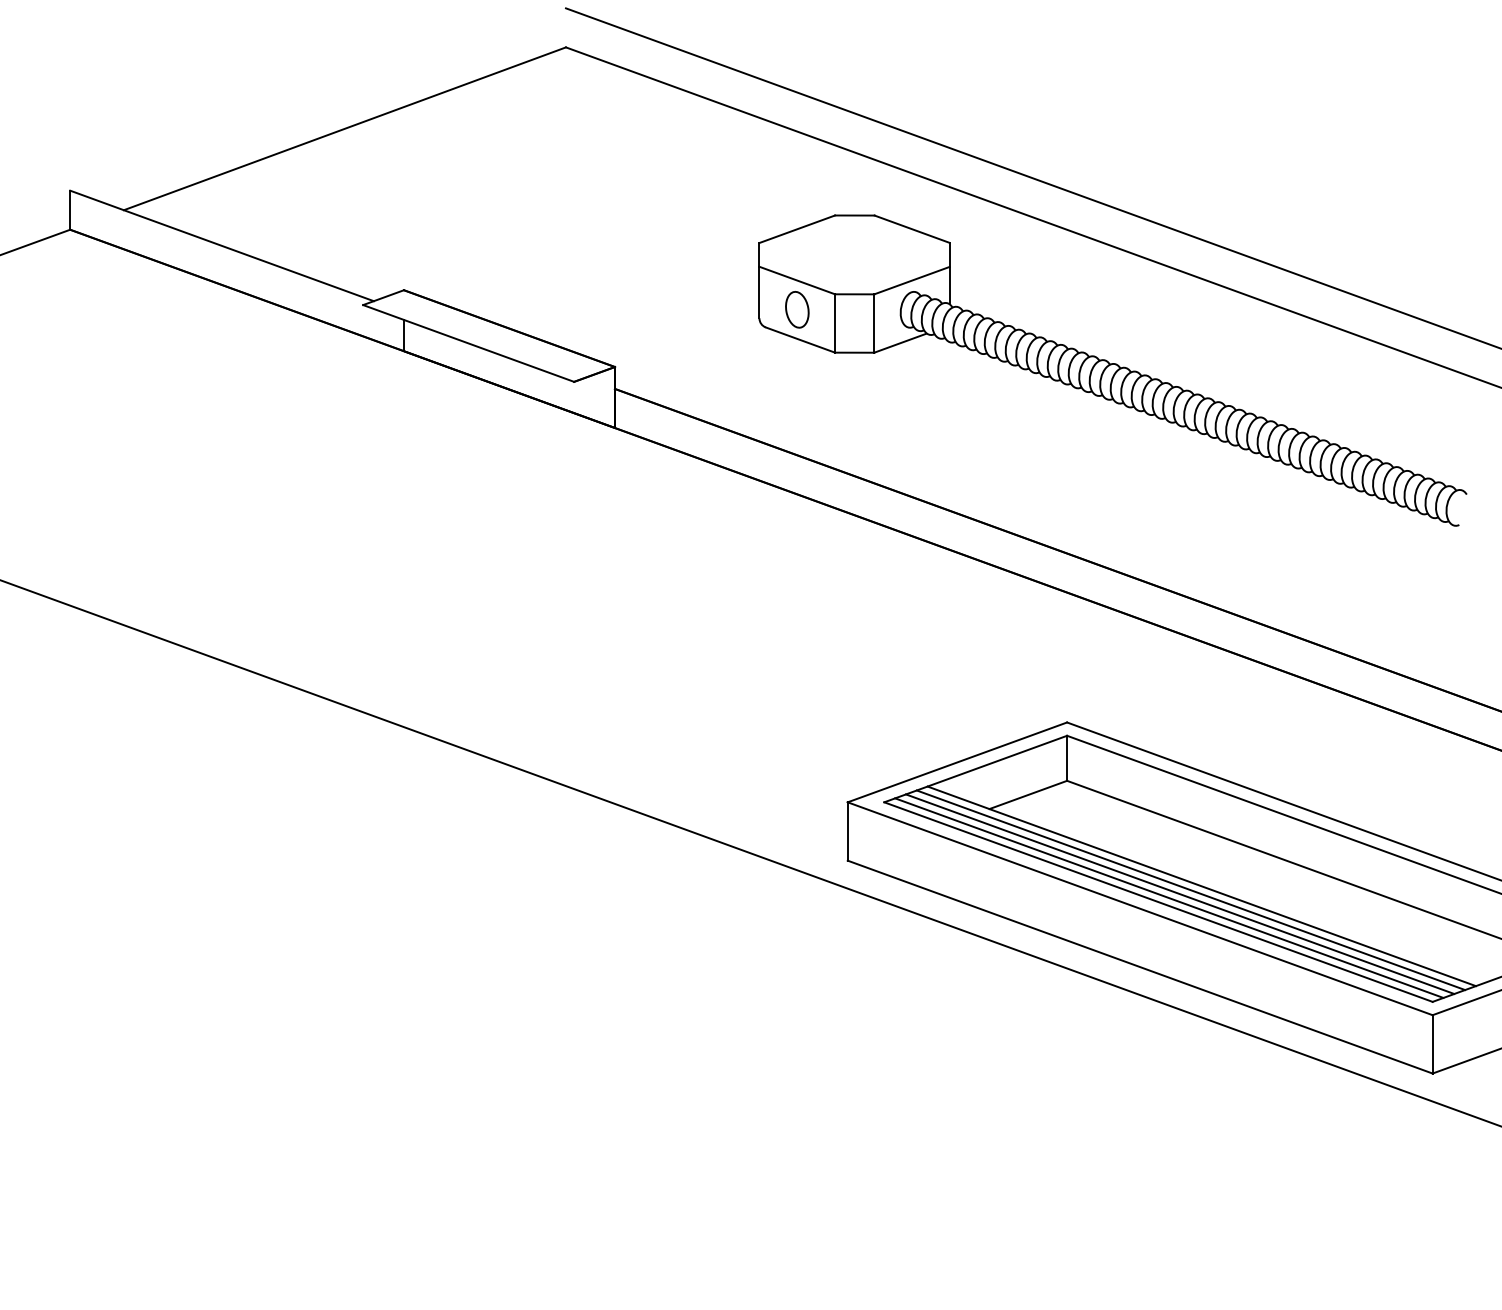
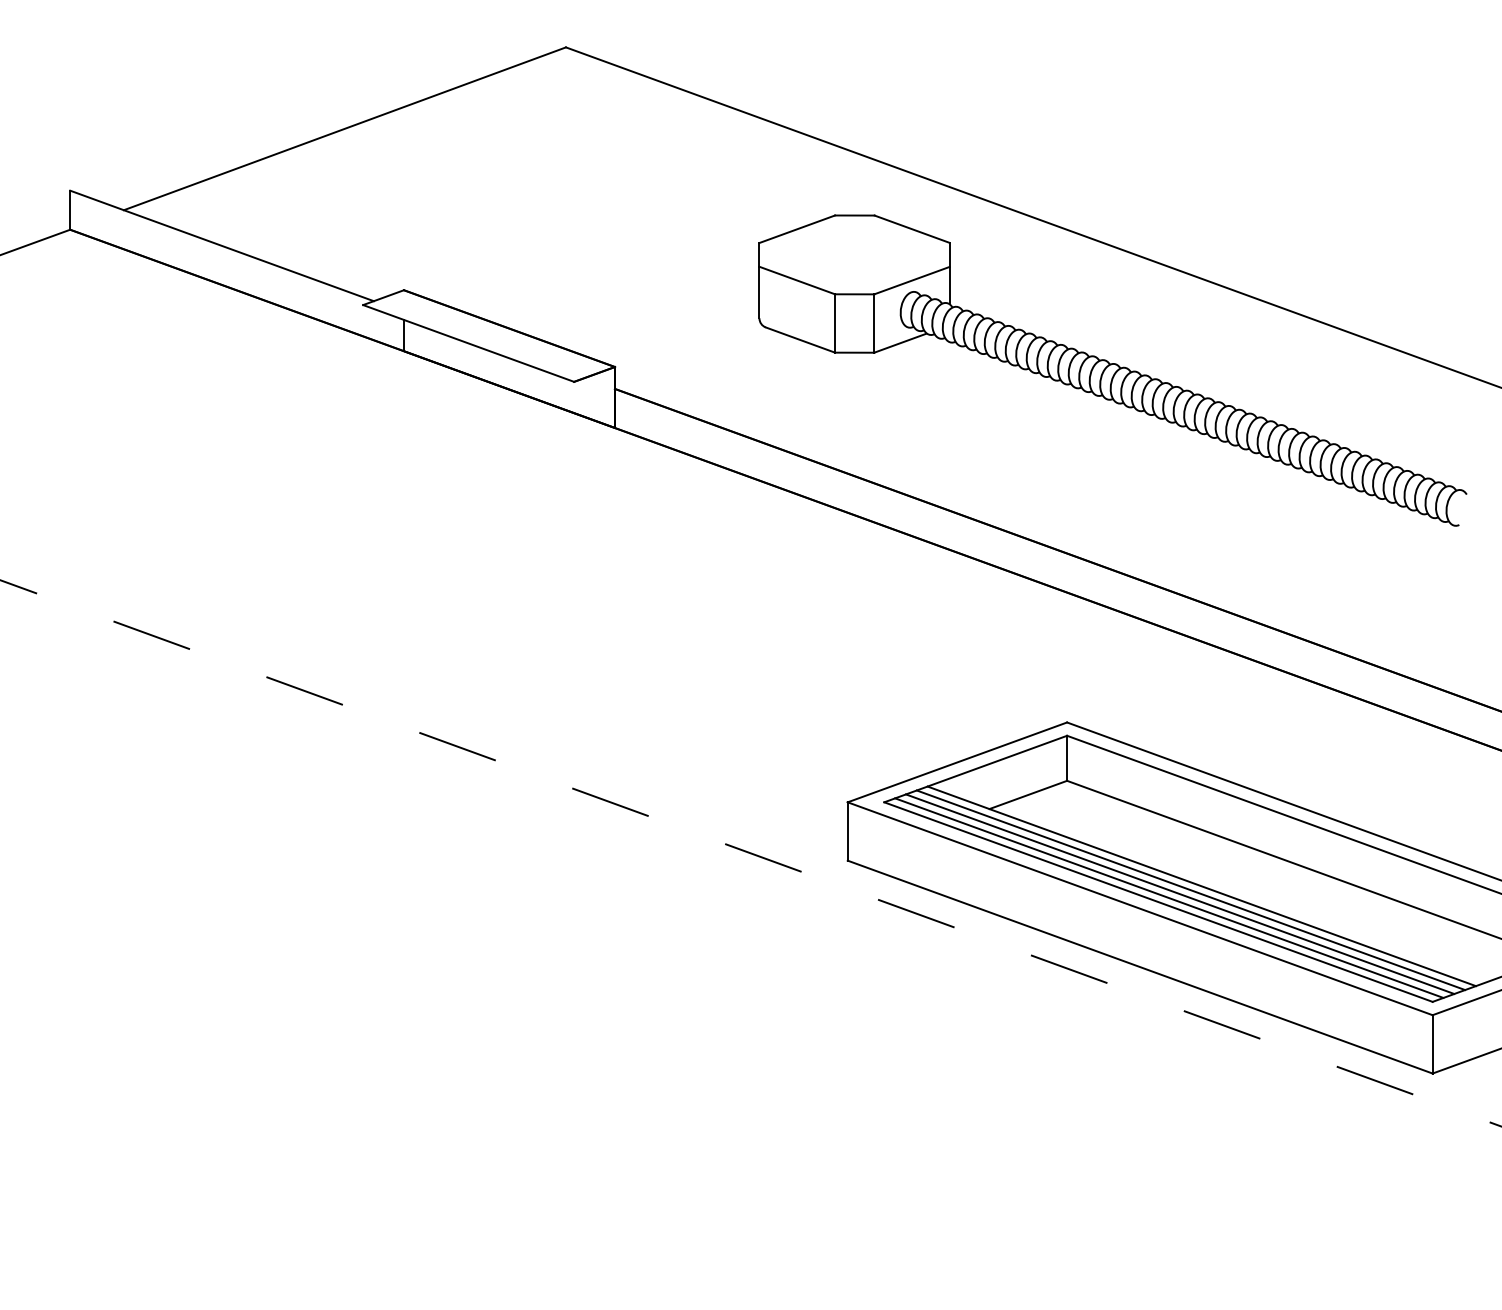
line at (1031, 177): present -> none
part at (797, 309): present -> none
line at (750, 853): solid -> dashed
